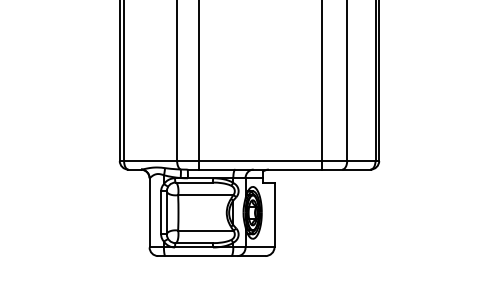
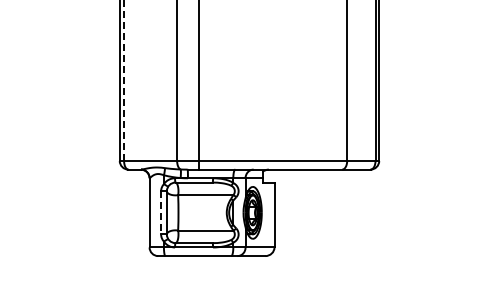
line at (124, 80): solid -> dashed
line at (322, 85): present -> none
line at (161, 212): solid -> dashed
